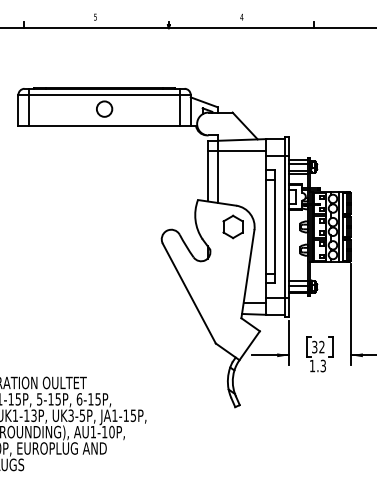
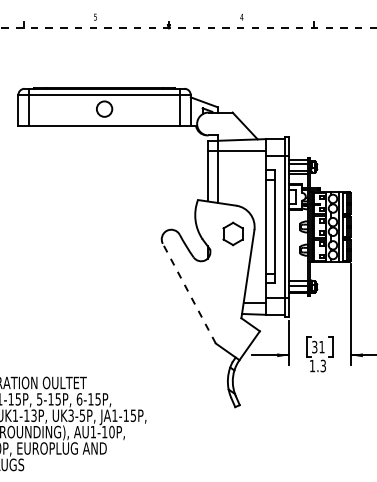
line at (188, 28): solid -> dashed
part at (232, 226) position: (232, 226) -> (232, 233)
line at (189, 293): solid -> dashed
text at (321, 346): 32 -> 31
